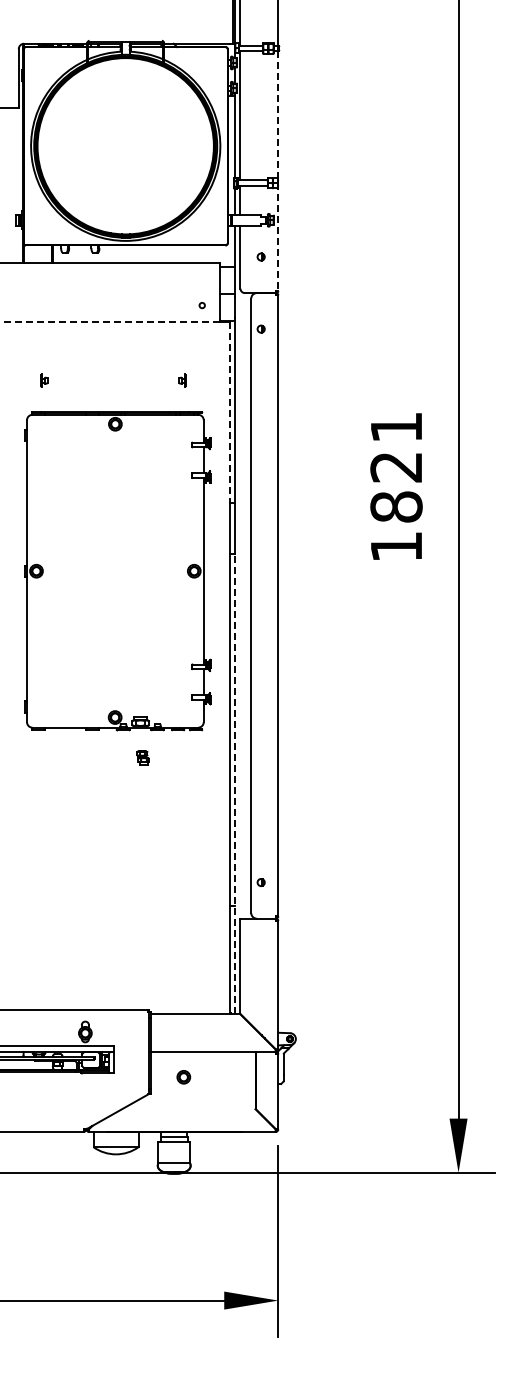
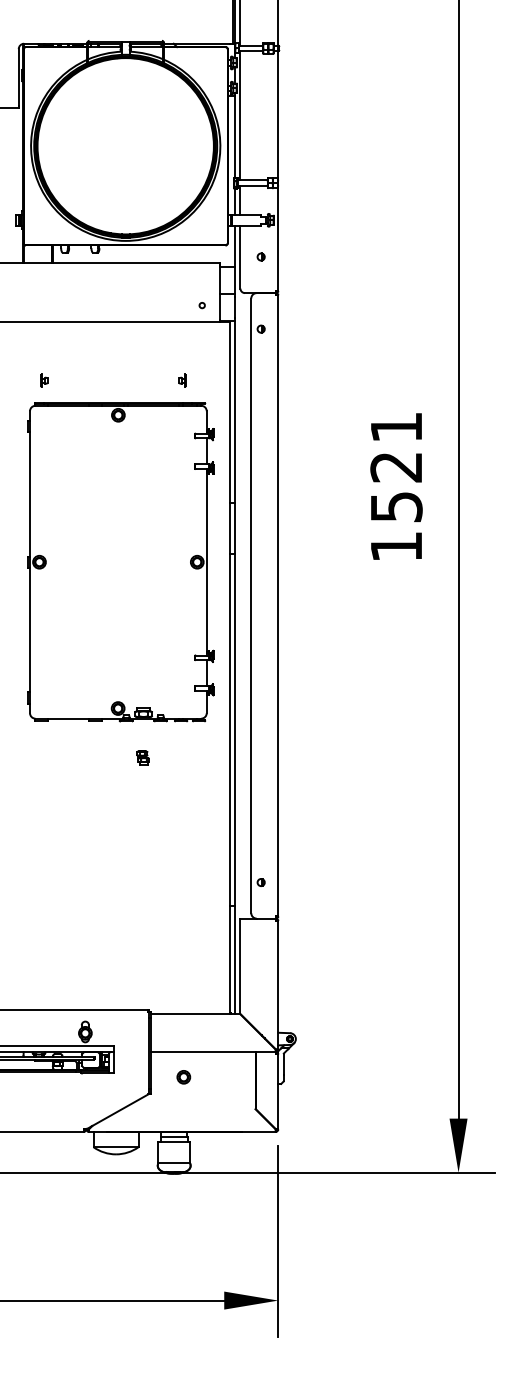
line at (278, 171): dashed -> solid
line at (110, 321): dashed -> solid
line at (230, 412): dashed -> solid
text at (396, 506): 1821 -> 1521
part at (117, 571) position: (117, 571) -> (120, 562)
line at (234, 783): dashed -> solid
